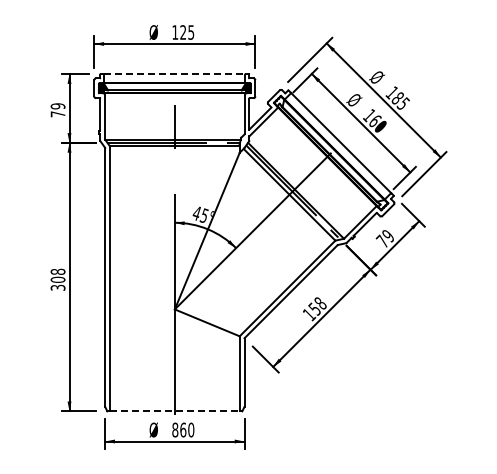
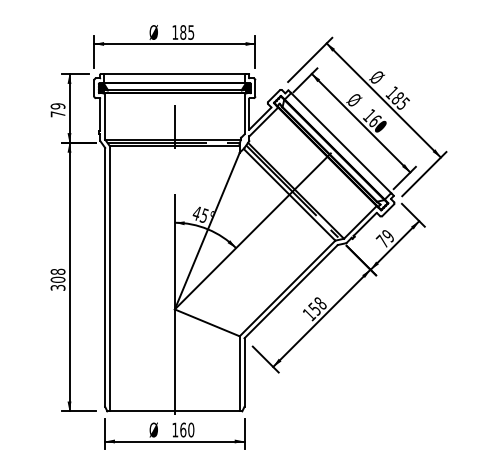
text at (183, 32): 125 -> 185
line at (174, 74): dashed -> solid
line at (174, 411): dashed -> solid
text at (175, 429): 860 -> 160
